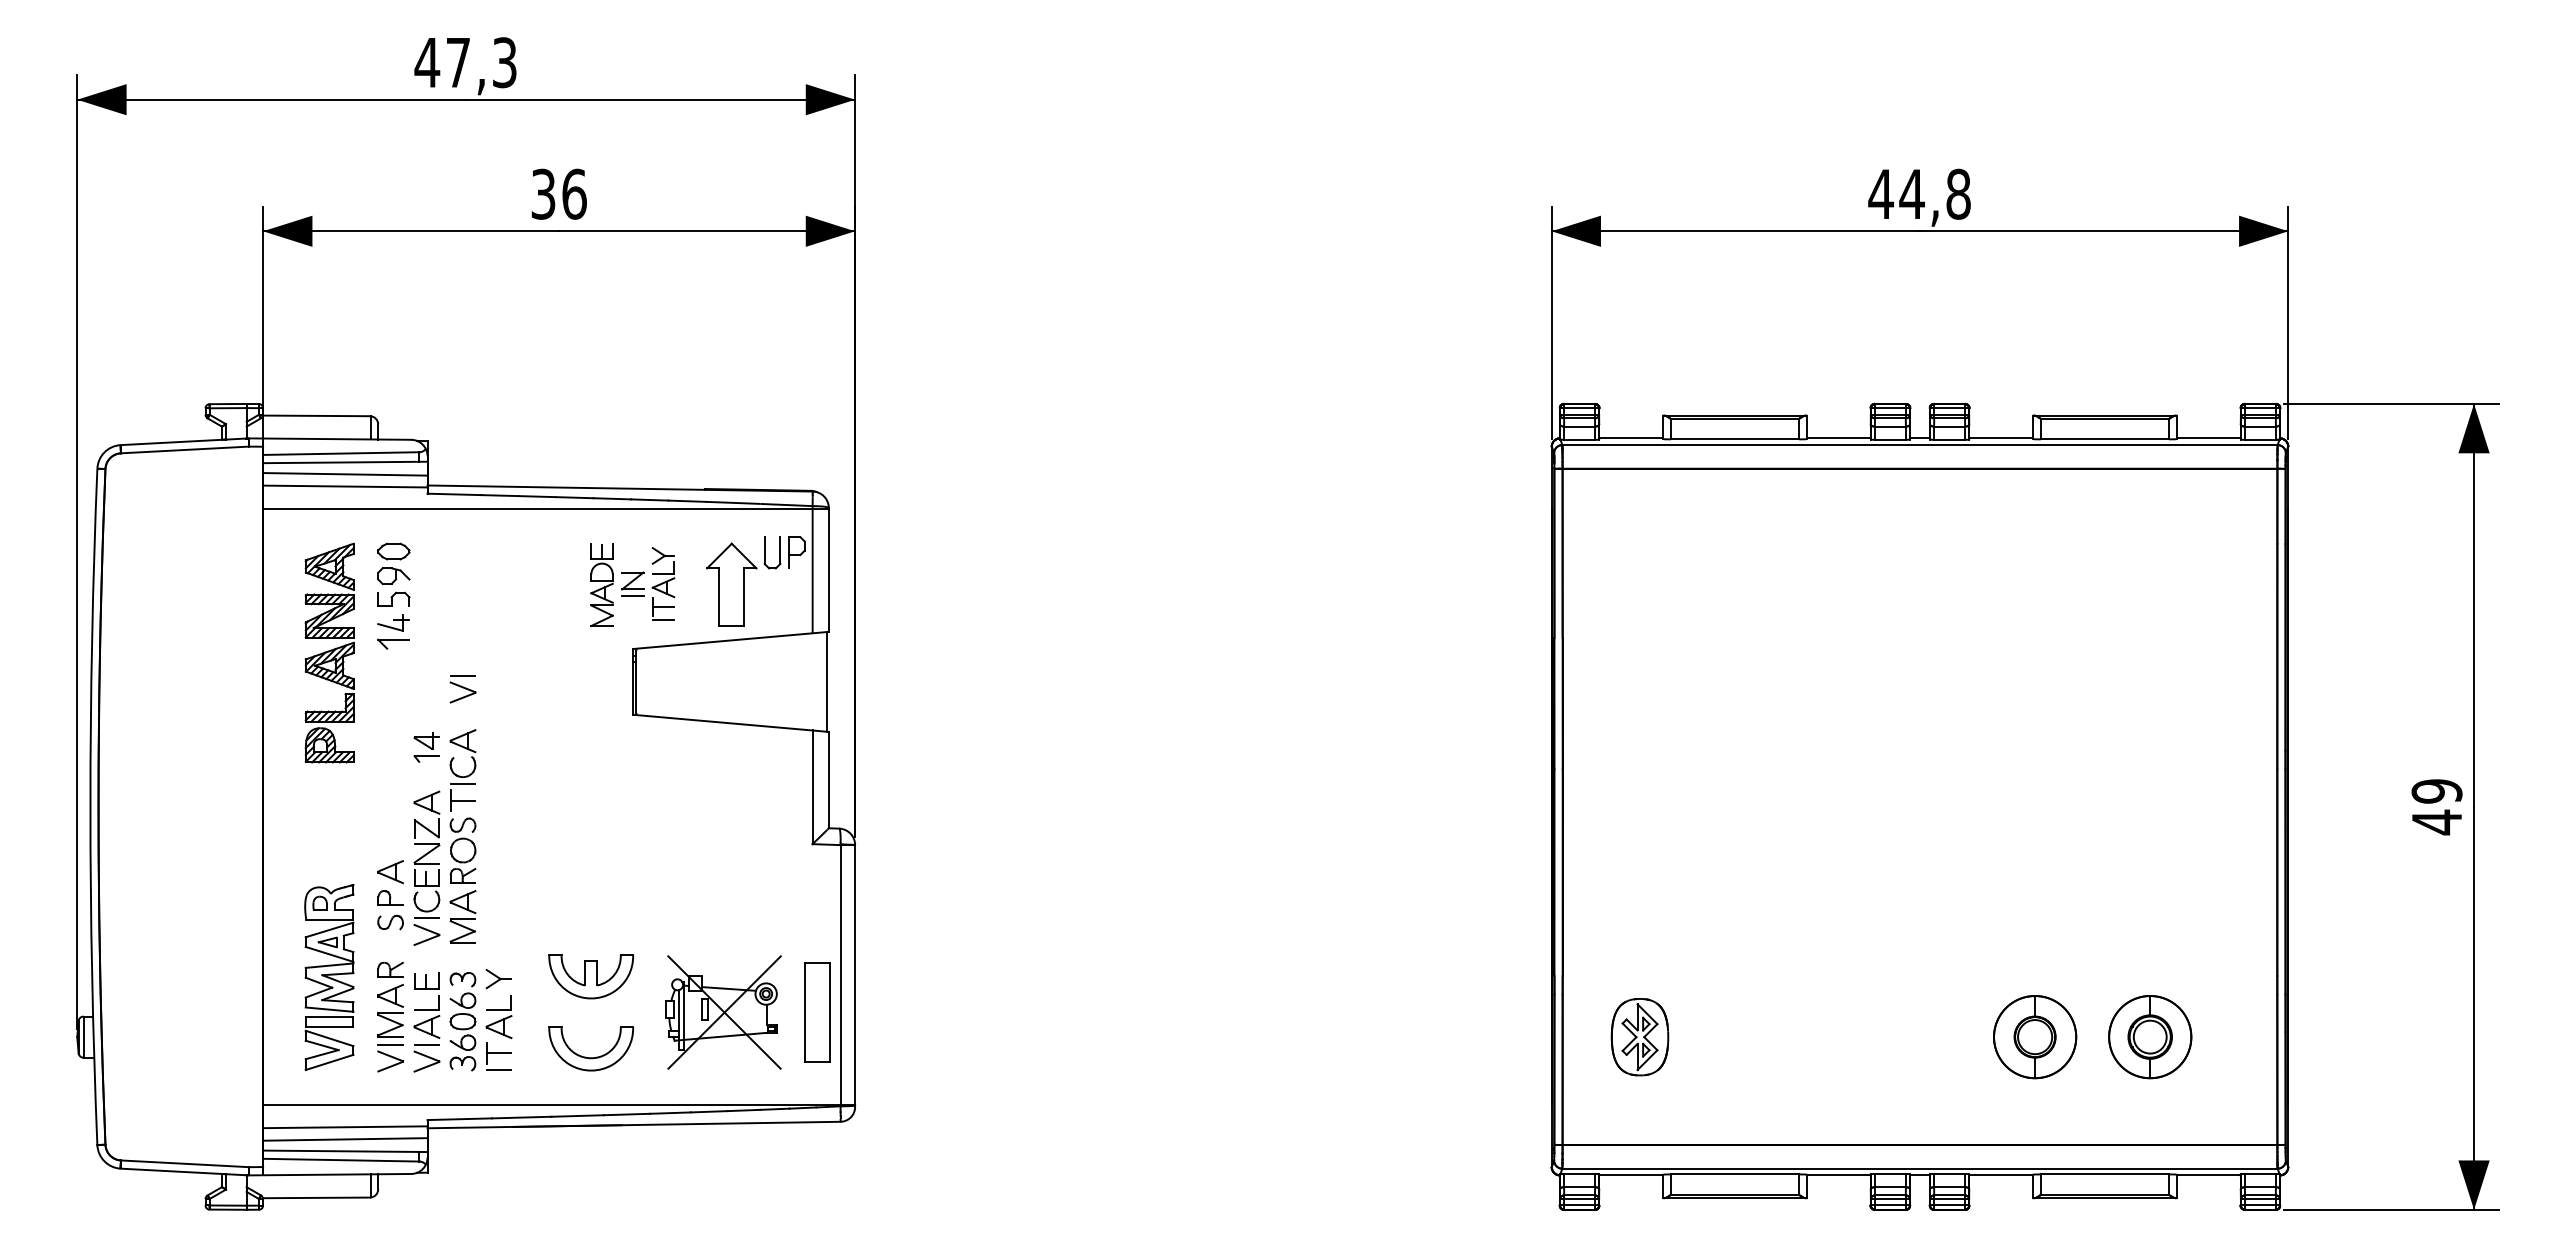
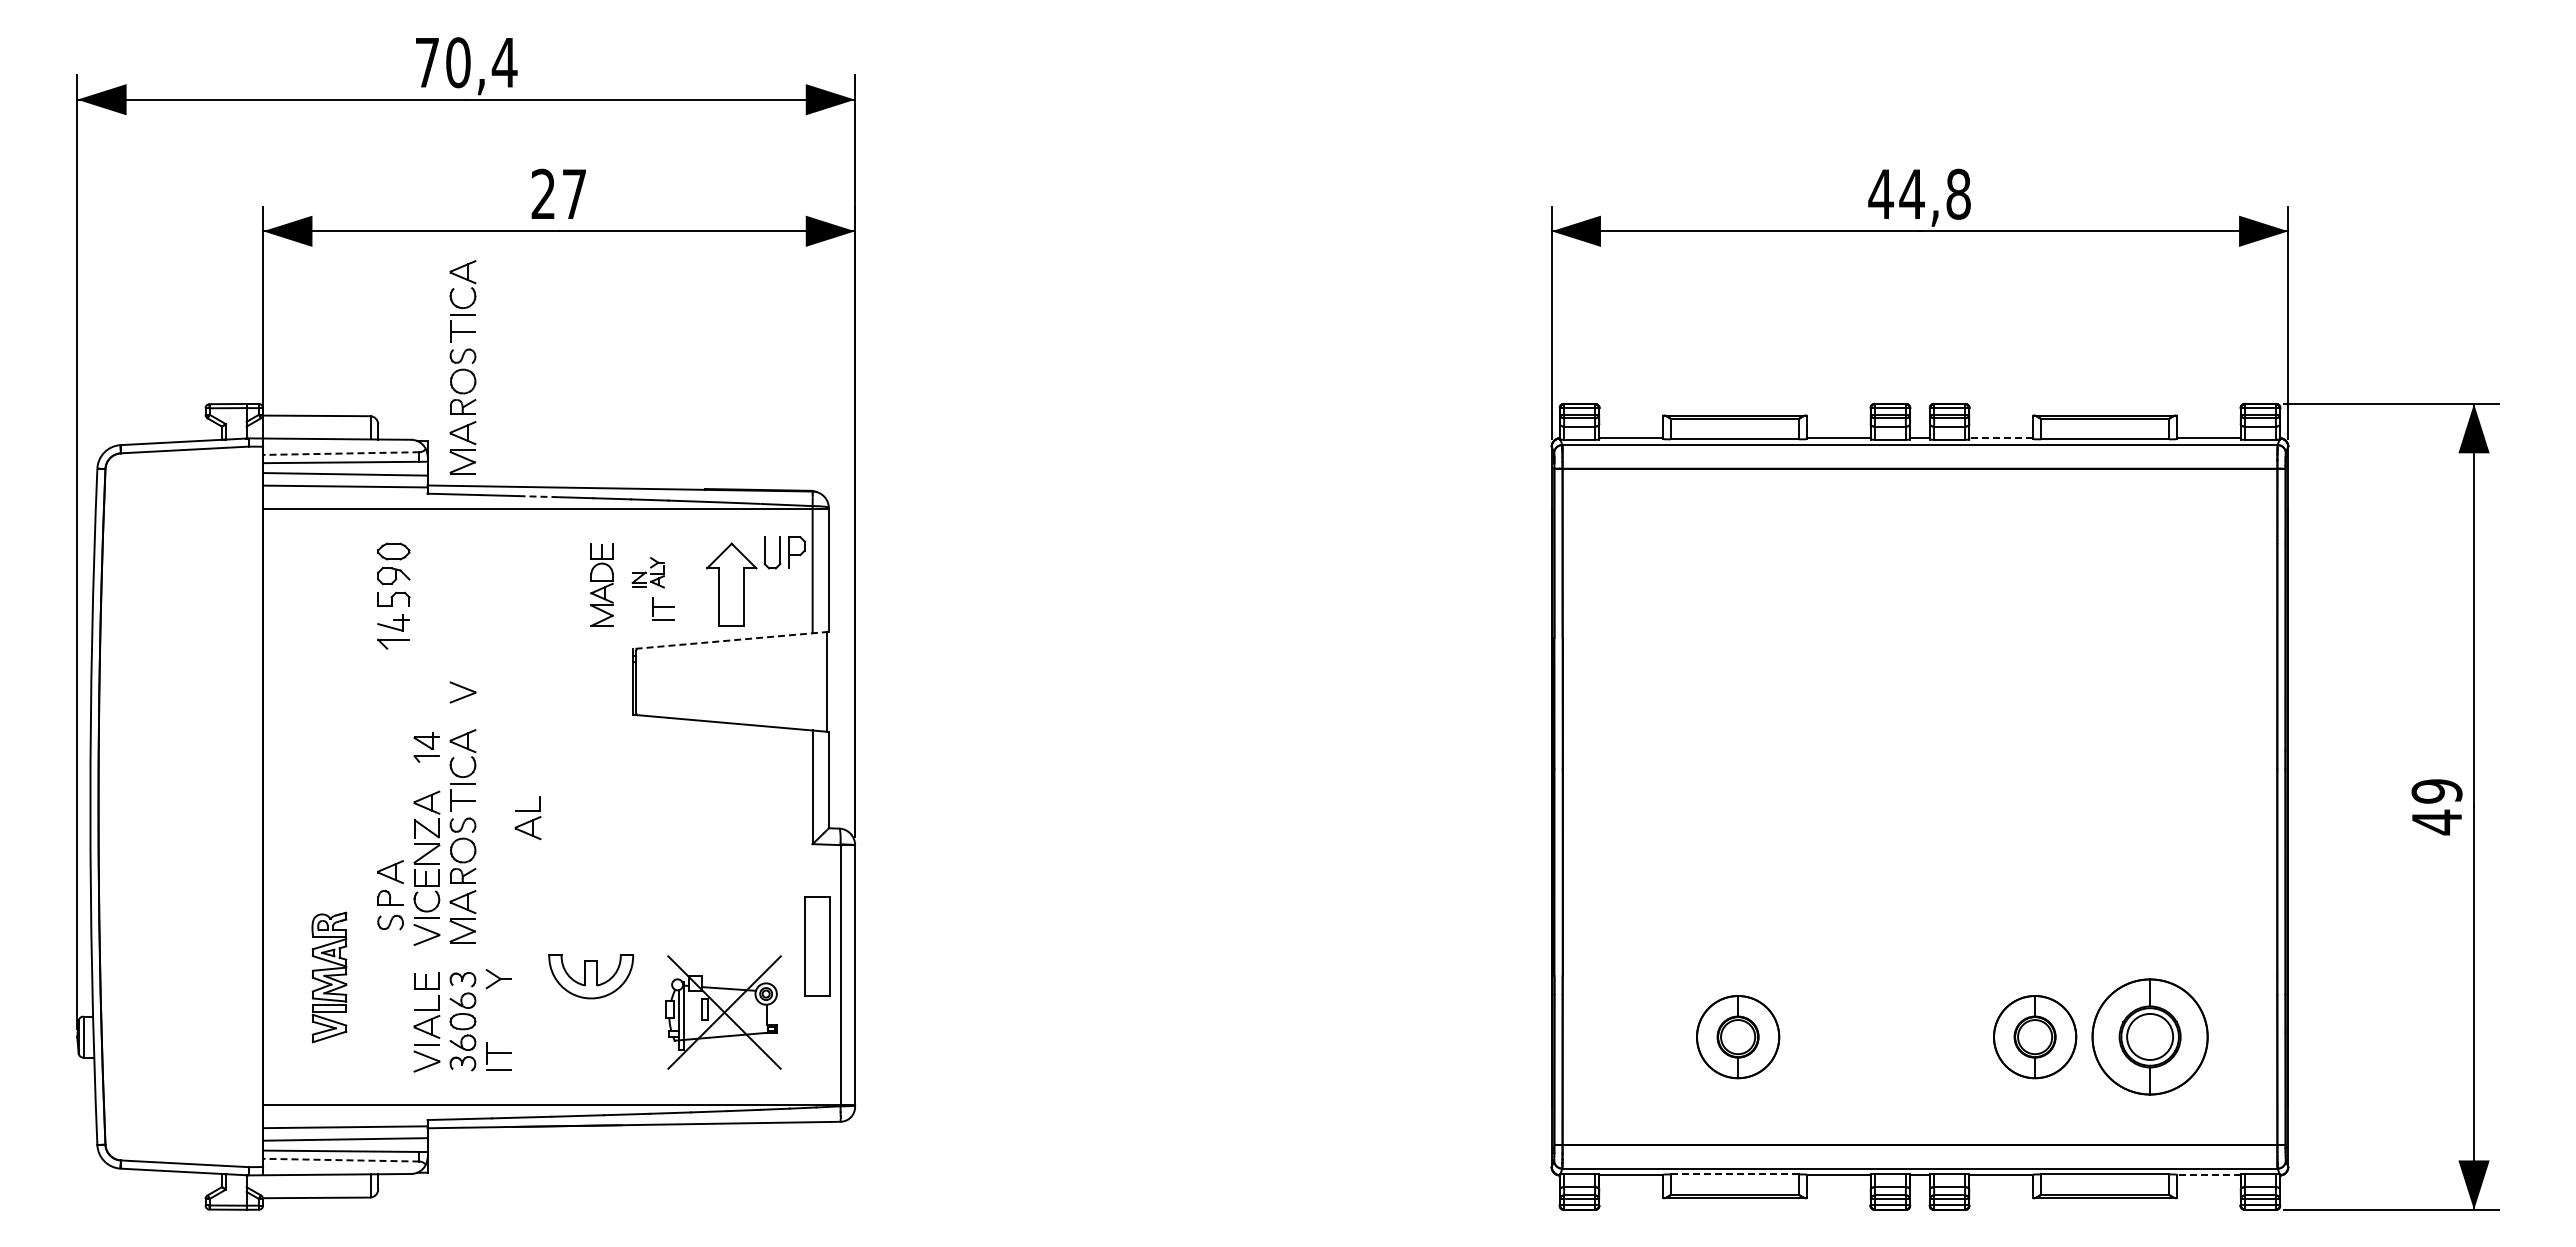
text at (465, 62): 47,3 -> 70,4
text at (558, 193): 36 -> 27
part at (462, 367): none -> present
line at (2001, 438): solid -> dashed
line at (340, 453): solid -> dashed
line at (537, 496): solid -> dashed
part at (648, 572) size: 55x52 px -> 34x32 px
line at (730, 640): solid -> dashed
part at (329, 652): present -> none
line at (462, 675): present -> none
part at (329, 977) size: 51x187 px -> 37x133 px
part at (817, 1012) position: (817, 1012) -> (817, 946)
part at (390, 1016): present -> none
part at (498, 1017) position: (498, 1017) -> (527, 818)
part at (1639, 1037): present -> none
part at (1738, 1037): none -> present
part at (2150, 1037) size: 85x85 px -> 118x118 px
part at (591, 1057): present -> none
line at (340, 1160): solid -> dashed
line at (1734, 1174): solid -> dashed
line at (2209, 1175): solid -> dashed
